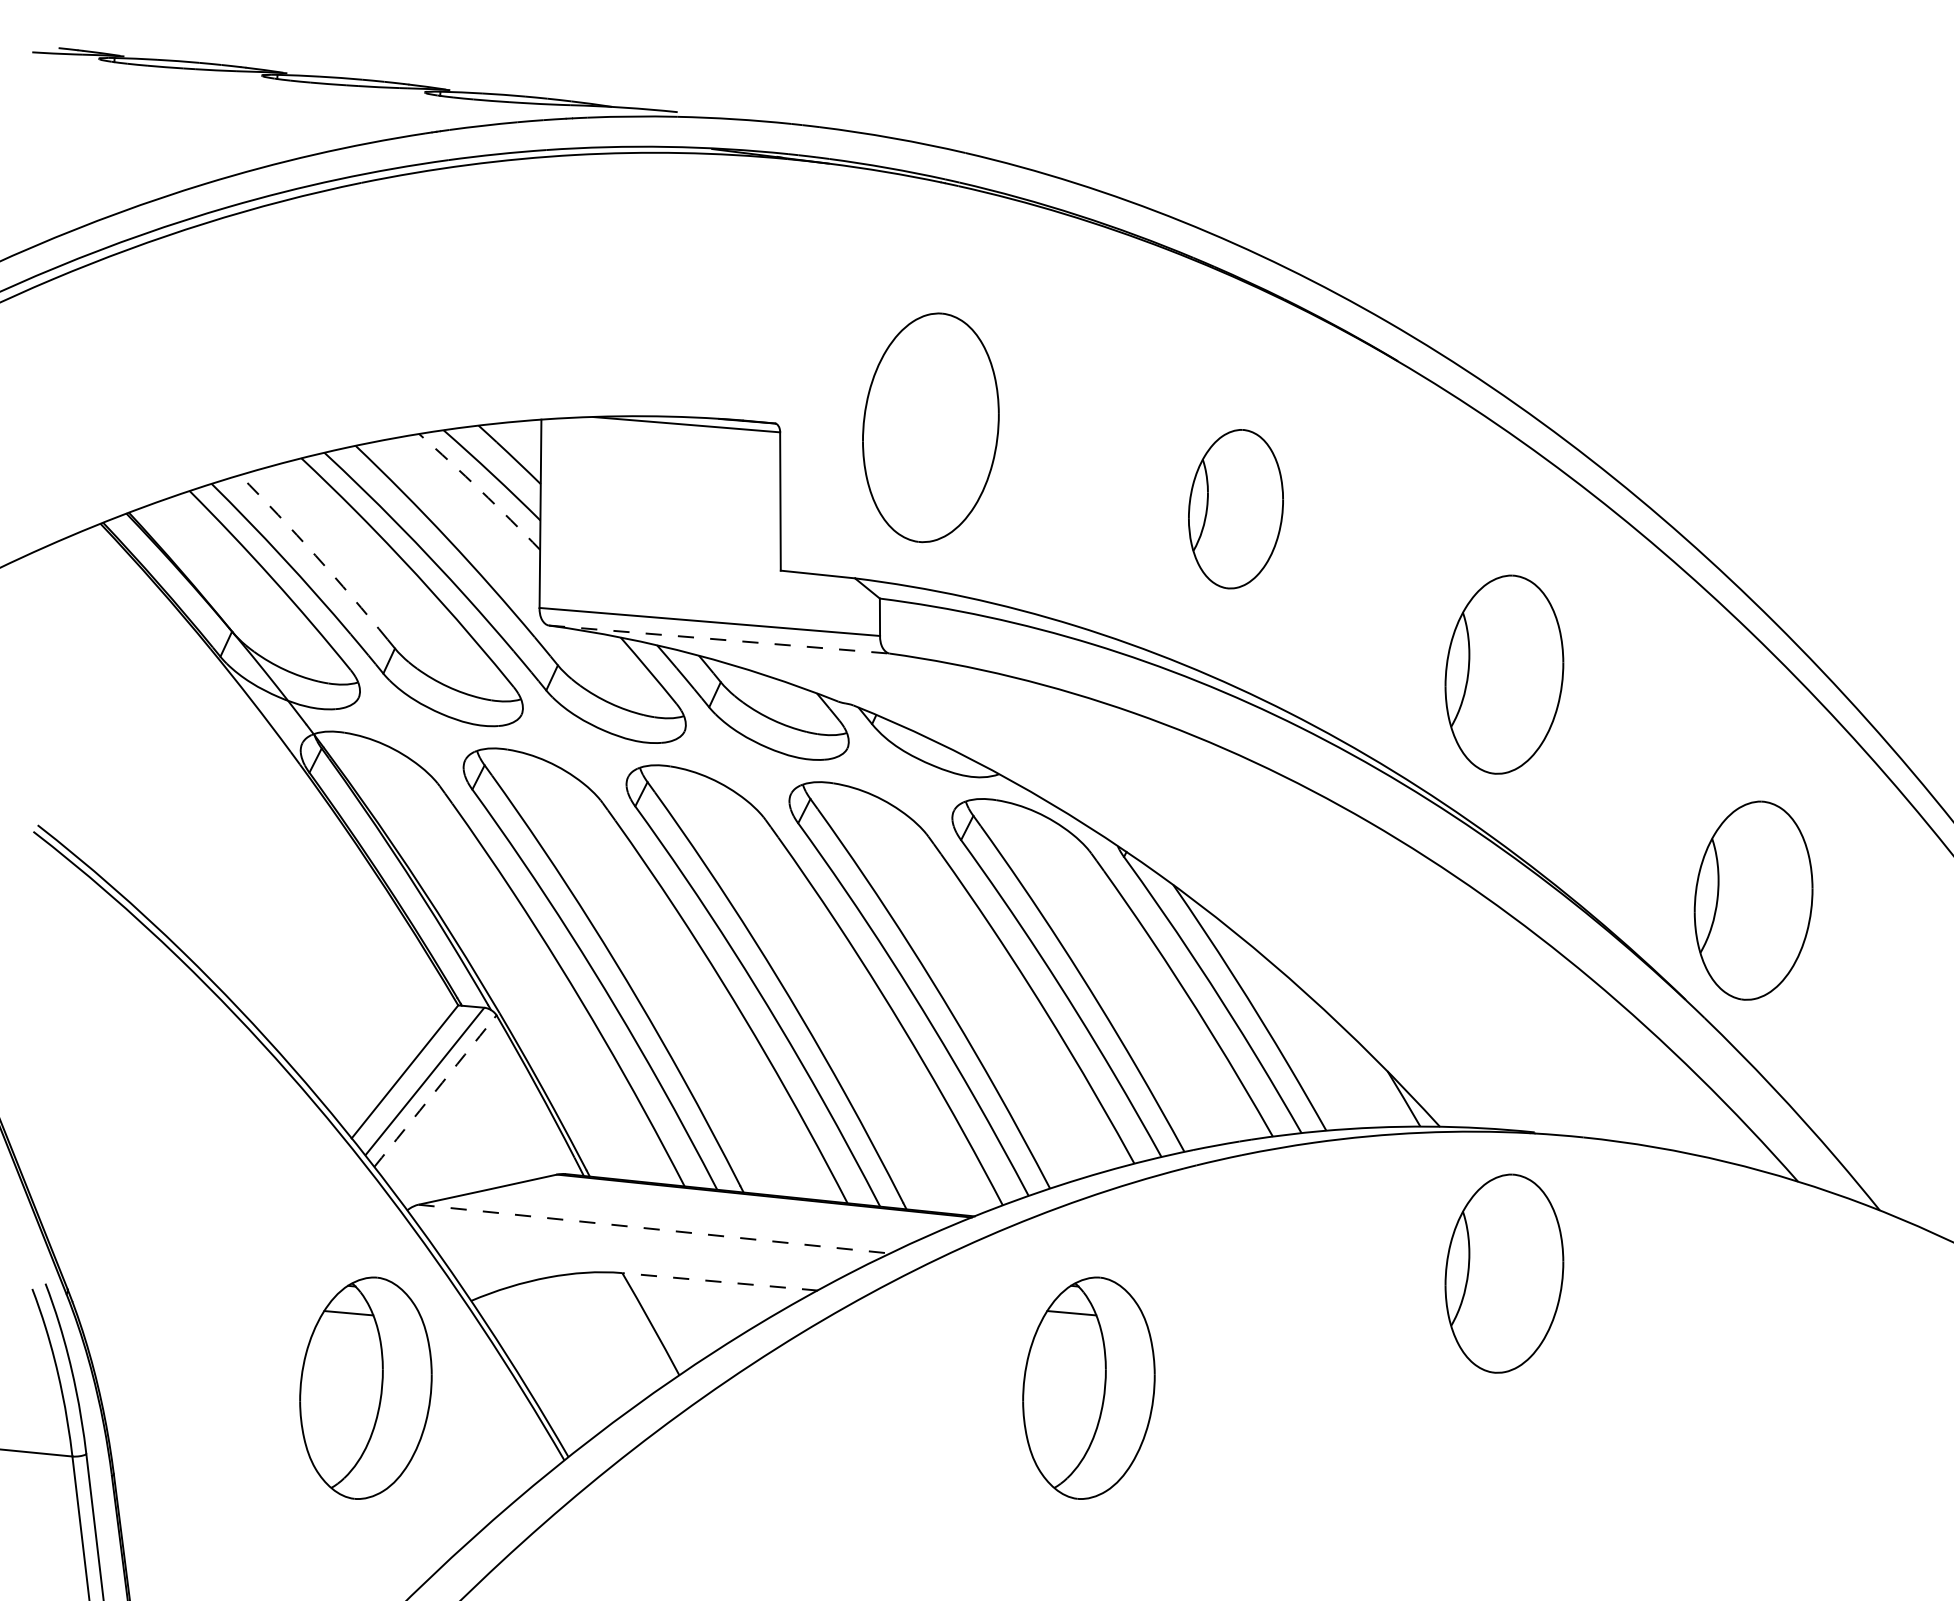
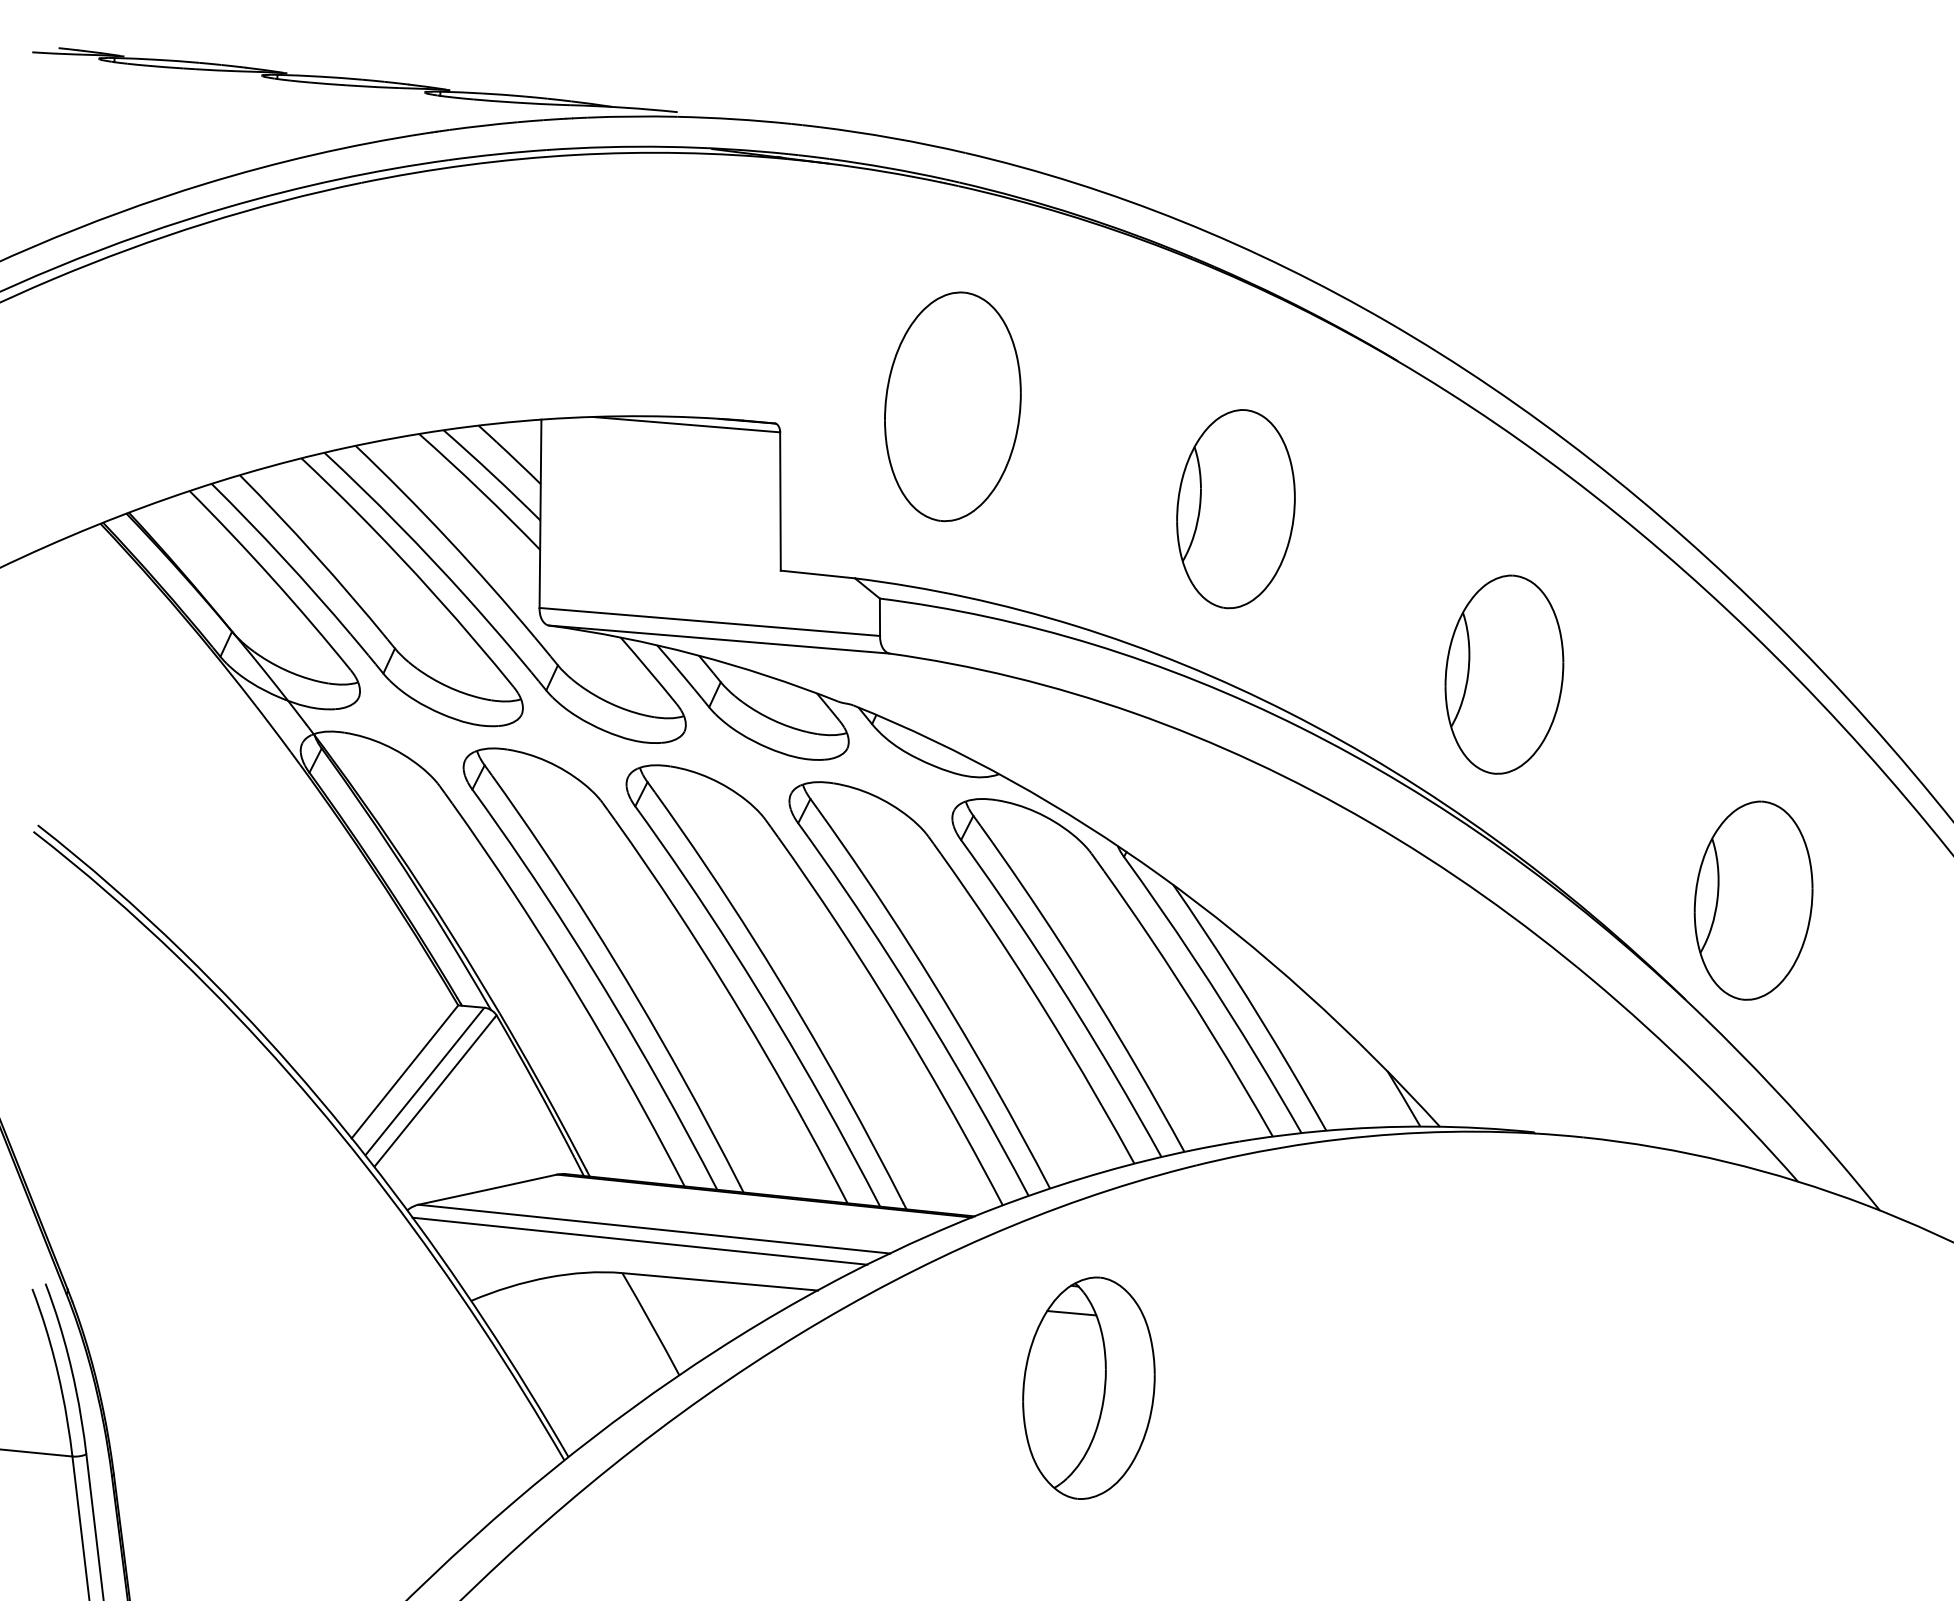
part at (930, 427) position: (930, 427) -> (952, 406)
arc at (480, 490): dashed -> solid
part at (1235, 509) size: 96x161 px -> 120x201 px
arc at (315, 555): dashed -> solid
line at (719, 639): dashed -> solid
arc at (434, 1092): dashed -> solid
line at (654, 1229): dashed -> solid
line at (639, 1240): none -> present
part at (1504, 1273): present -> none
line at (719, 1281): dashed -> solid
part at (365, 1387): present -> none
